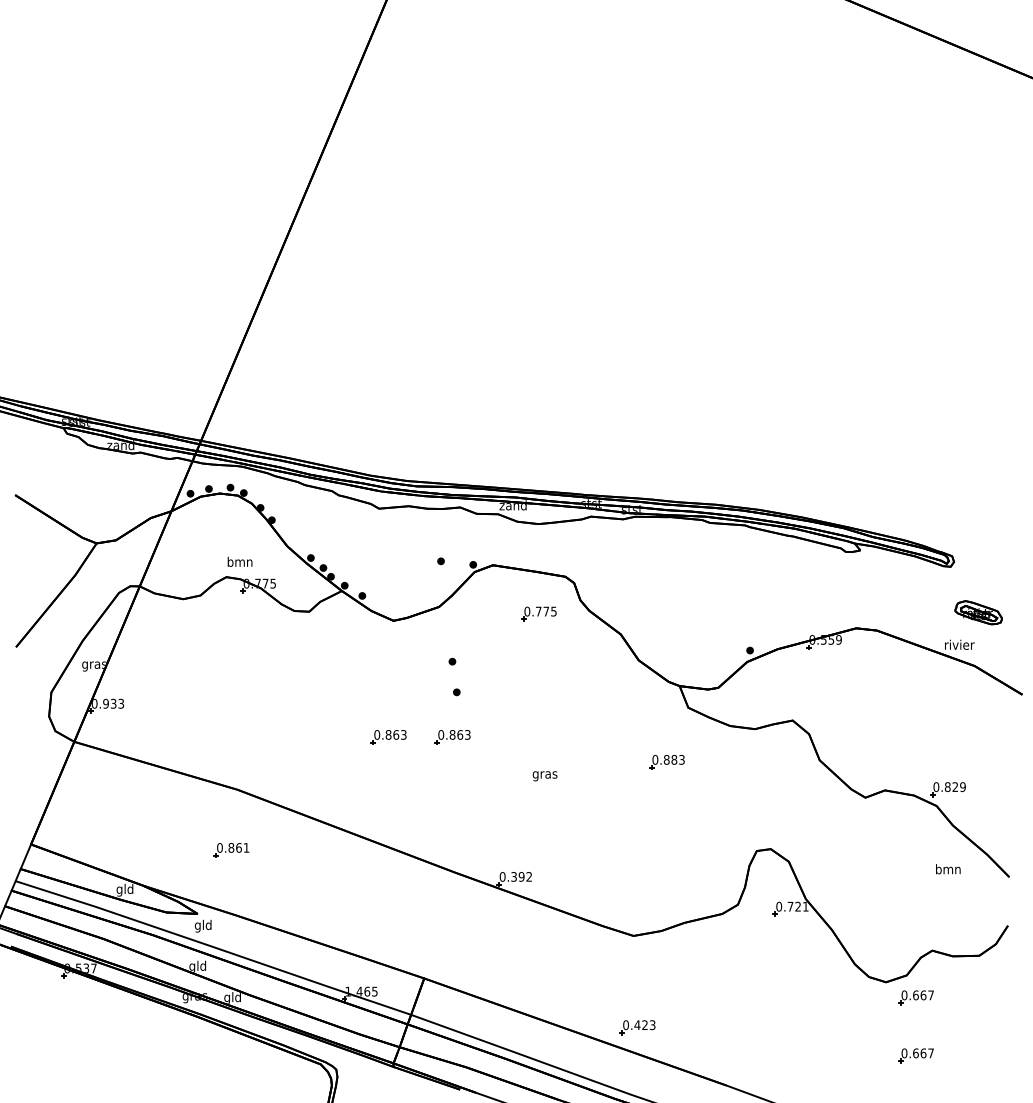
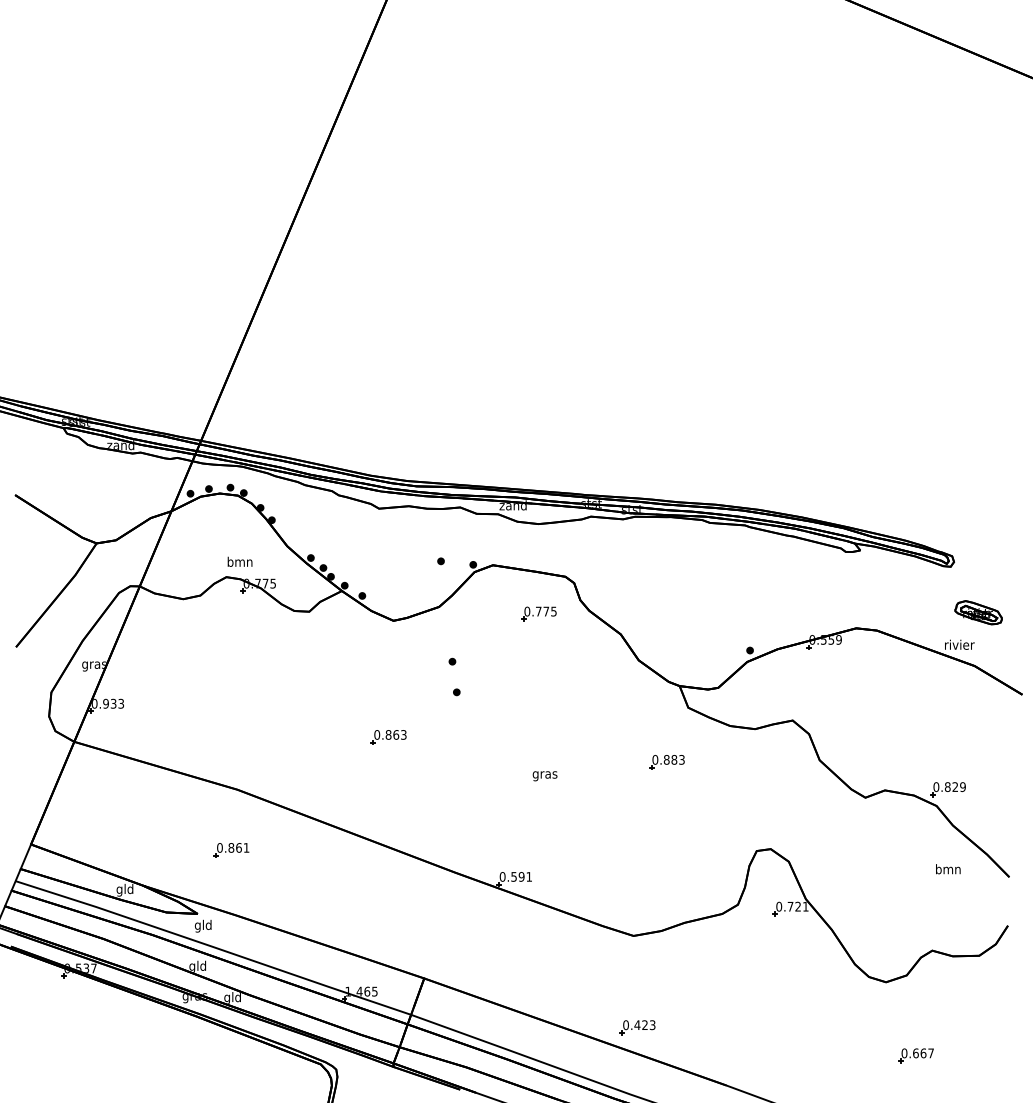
part at (452, 737): present -> none
text at (521, 876): 0.392 -> 0.591
part at (915, 997): present -> none
